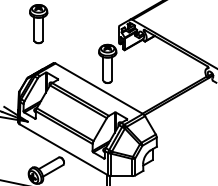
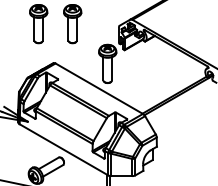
part at (72, 24): none -> present
